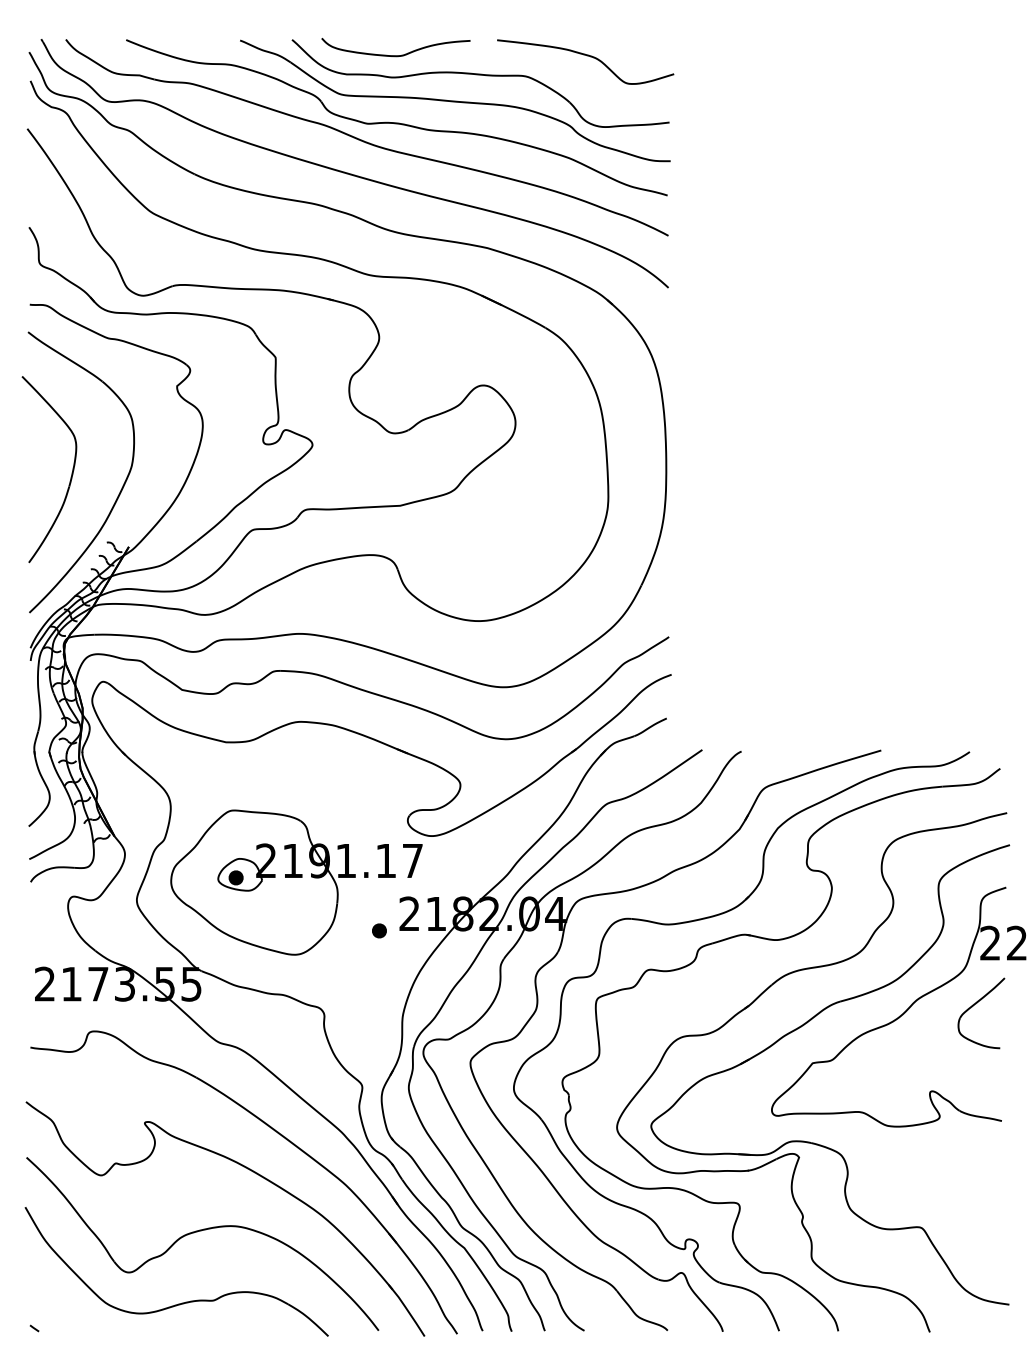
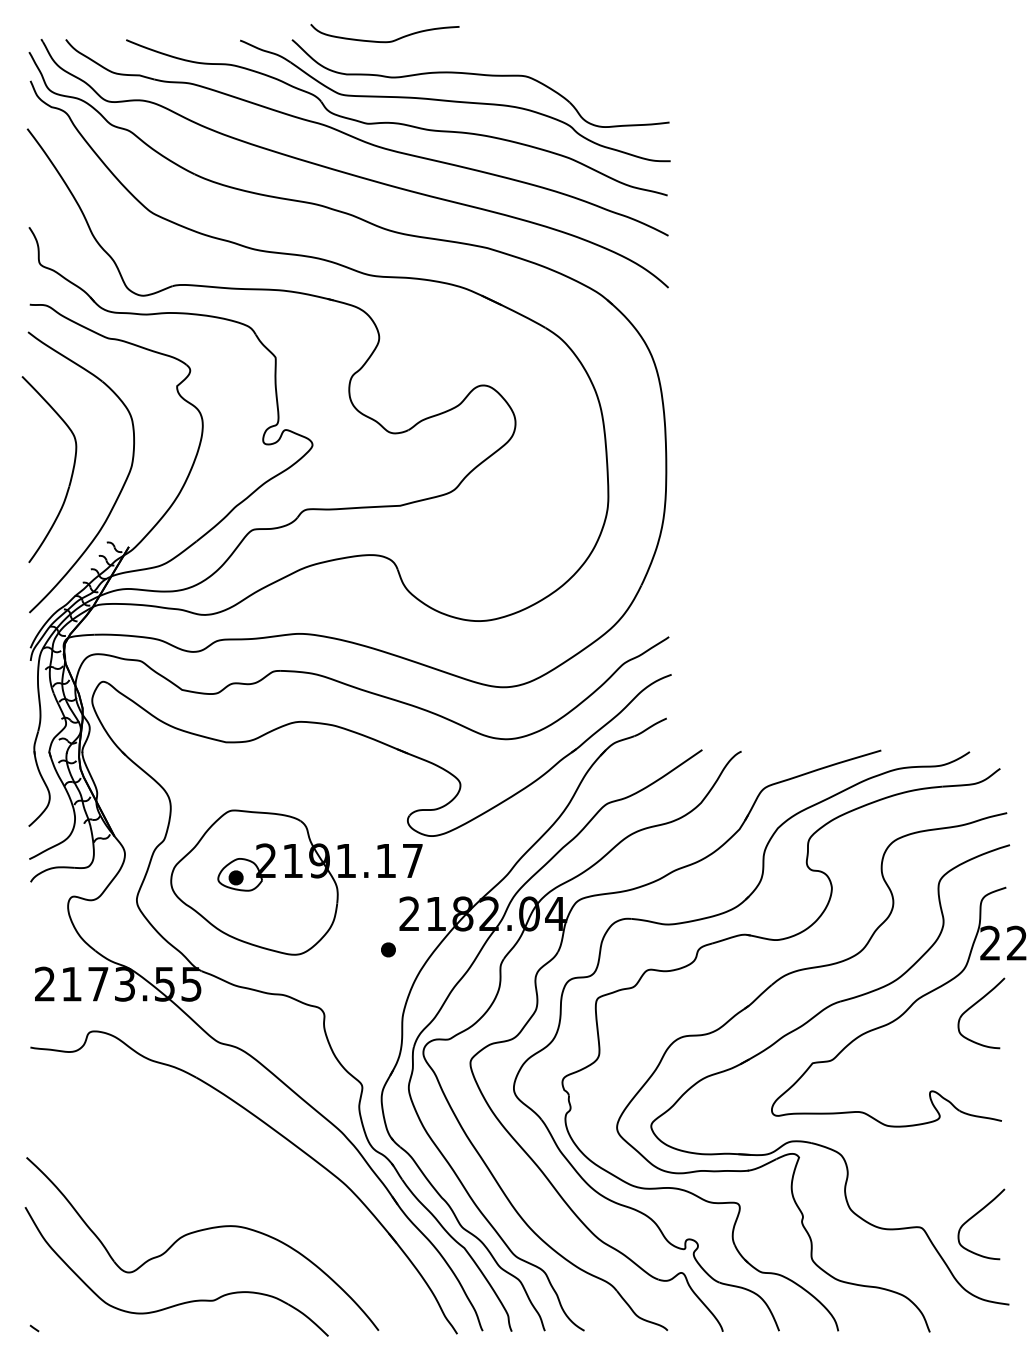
curve at (395, 55) position: (395, 55) -> (384, 41)
curve at (587, 56): present -> none
part at (379, 930) position: (379, 930) -> (388, 949)
part at (252, 1172): present -> none
part at (976, 1215): none -> present
